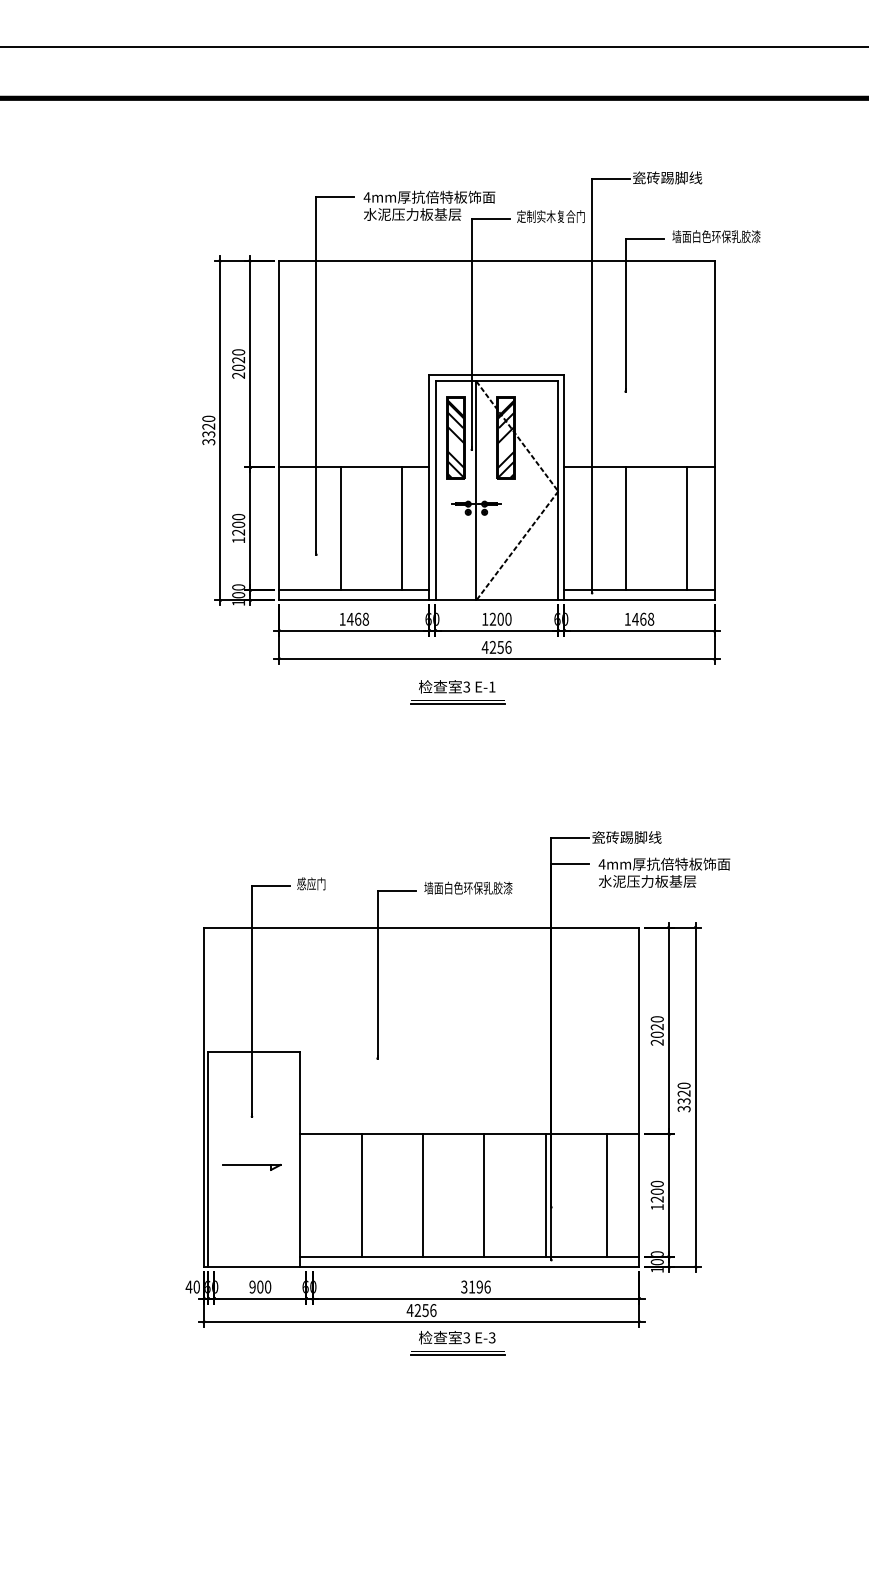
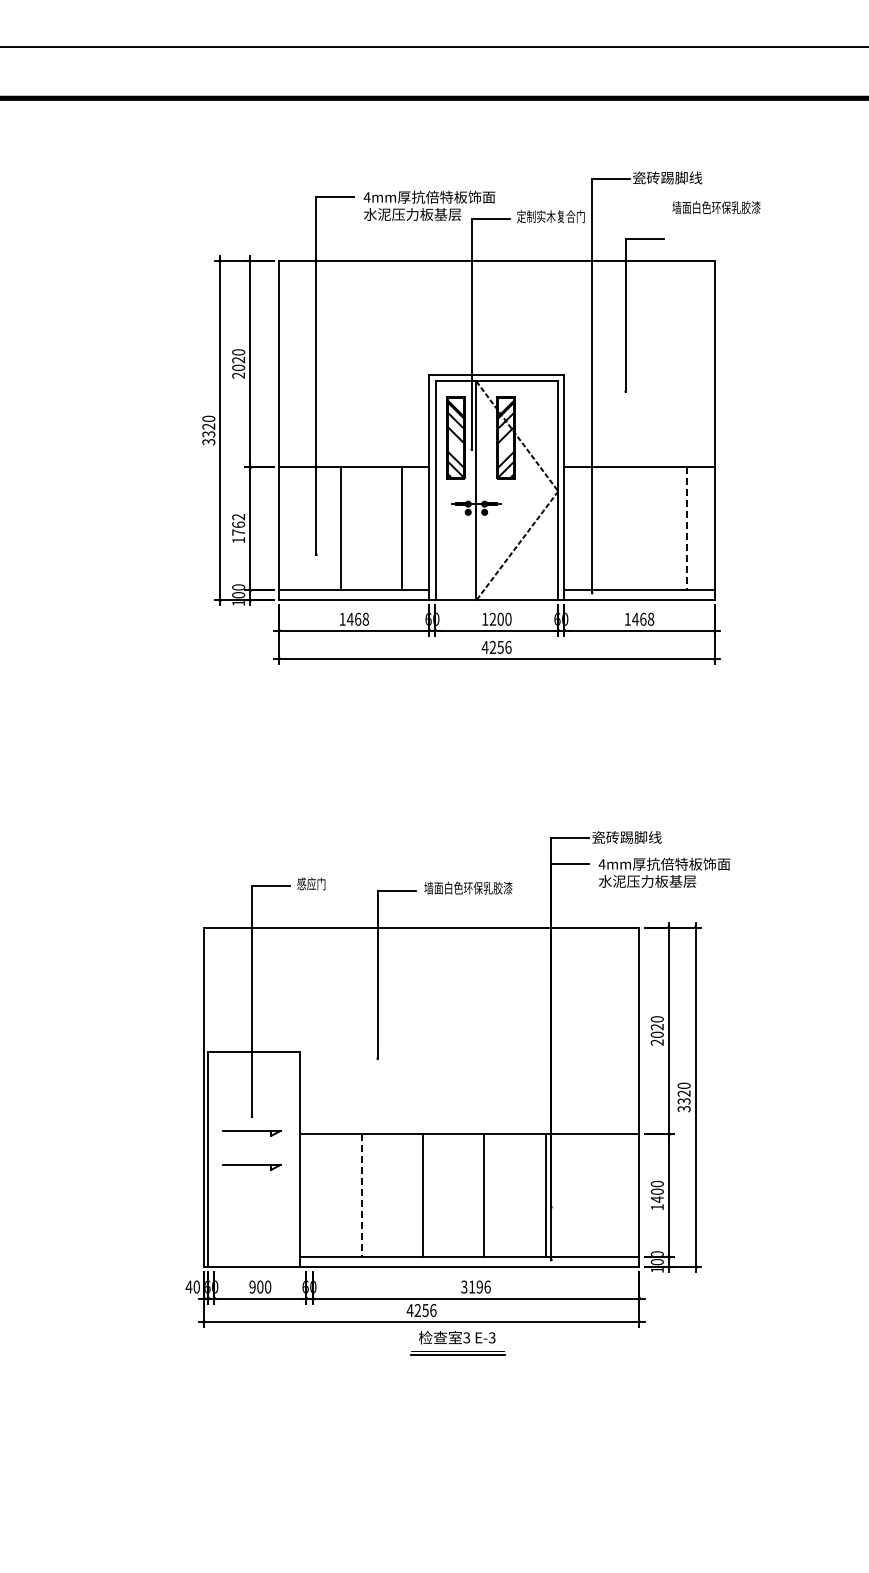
text at (716, 236) position: (716, 236) -> (716, 207)
text at (238, 524): 1200 -> 1762
line at (625, 528): present -> none
line at (687, 529): solid -> dashed
part at (457, 692): present -> none
part at (251, 1133): none -> present
line at (607, 1195): present -> none
line at (361, 1196): solid -> dashed
text at (656, 1199): 1200 -> 1400
